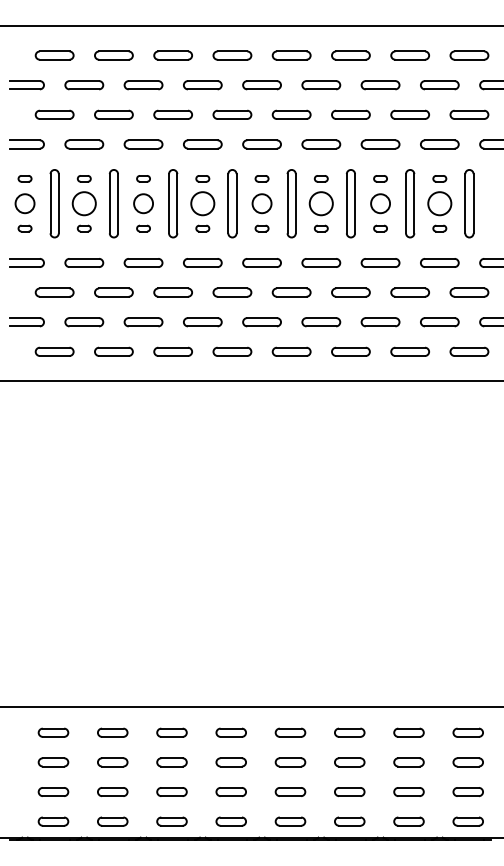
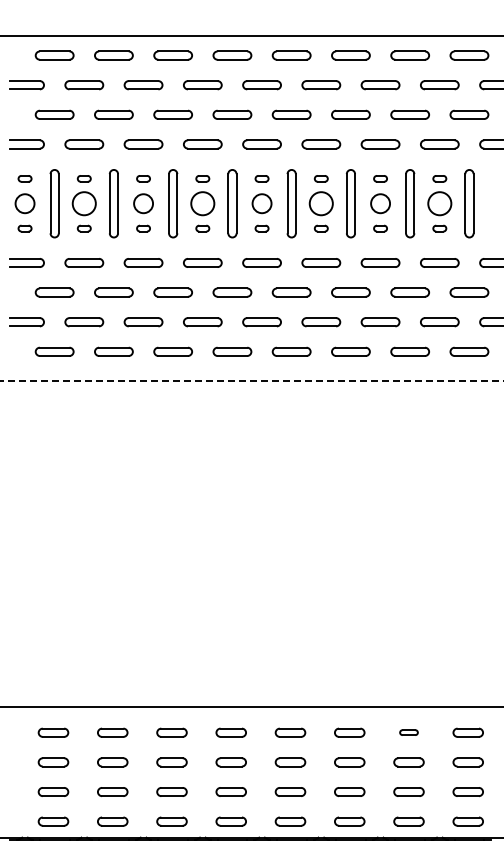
line at (251, 25) position: (251, 25) -> (251, 35)
line at (252, 381): solid -> dashed
part at (408, 732) size: 32x11 px -> 20x7 px
